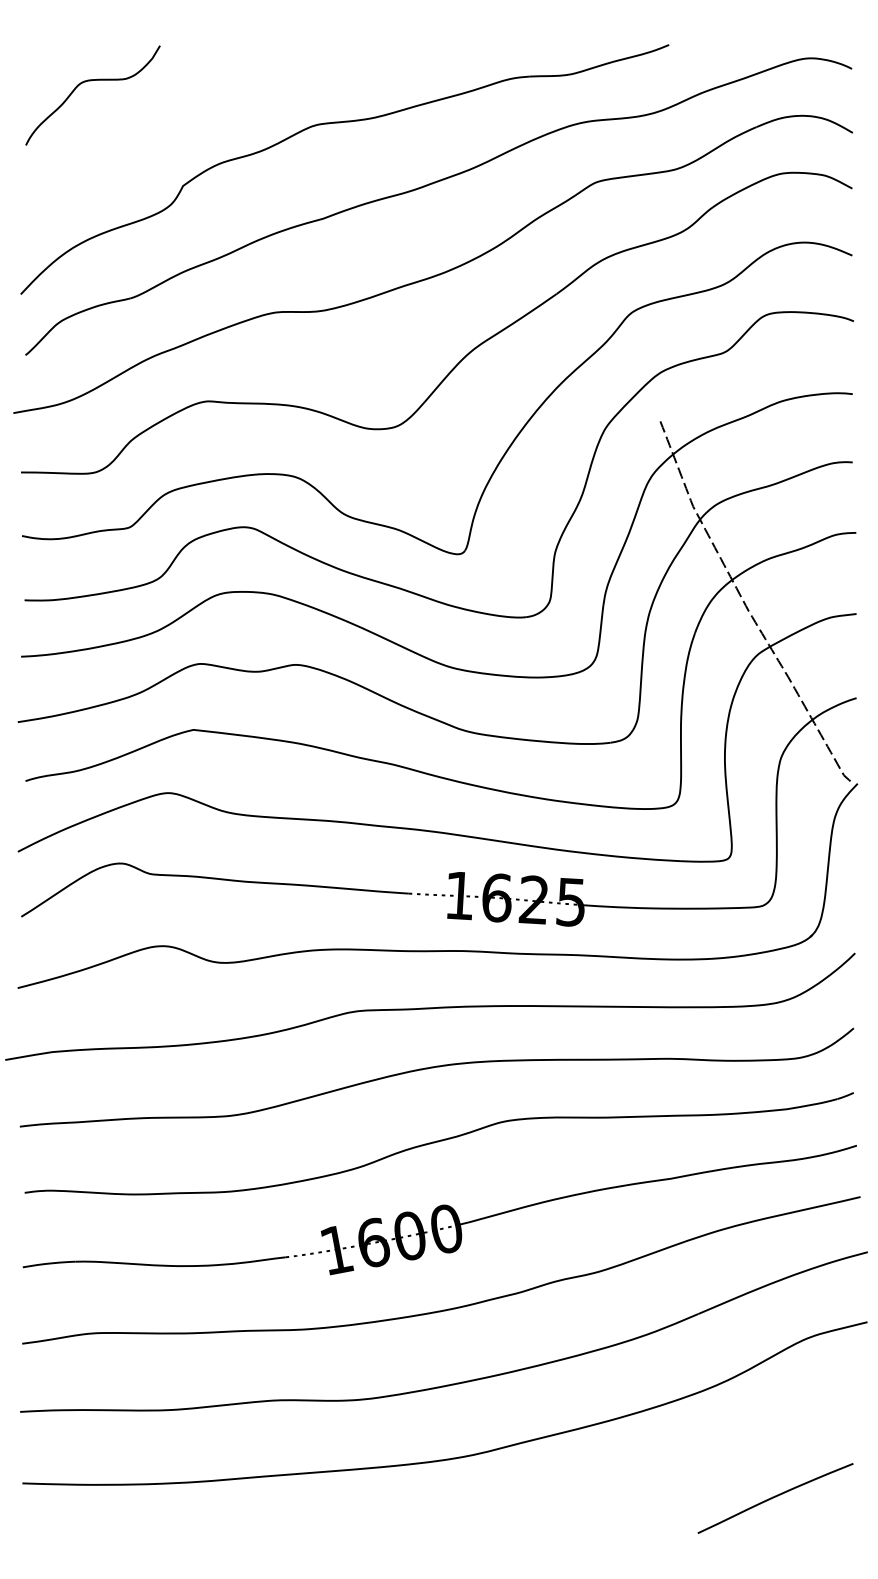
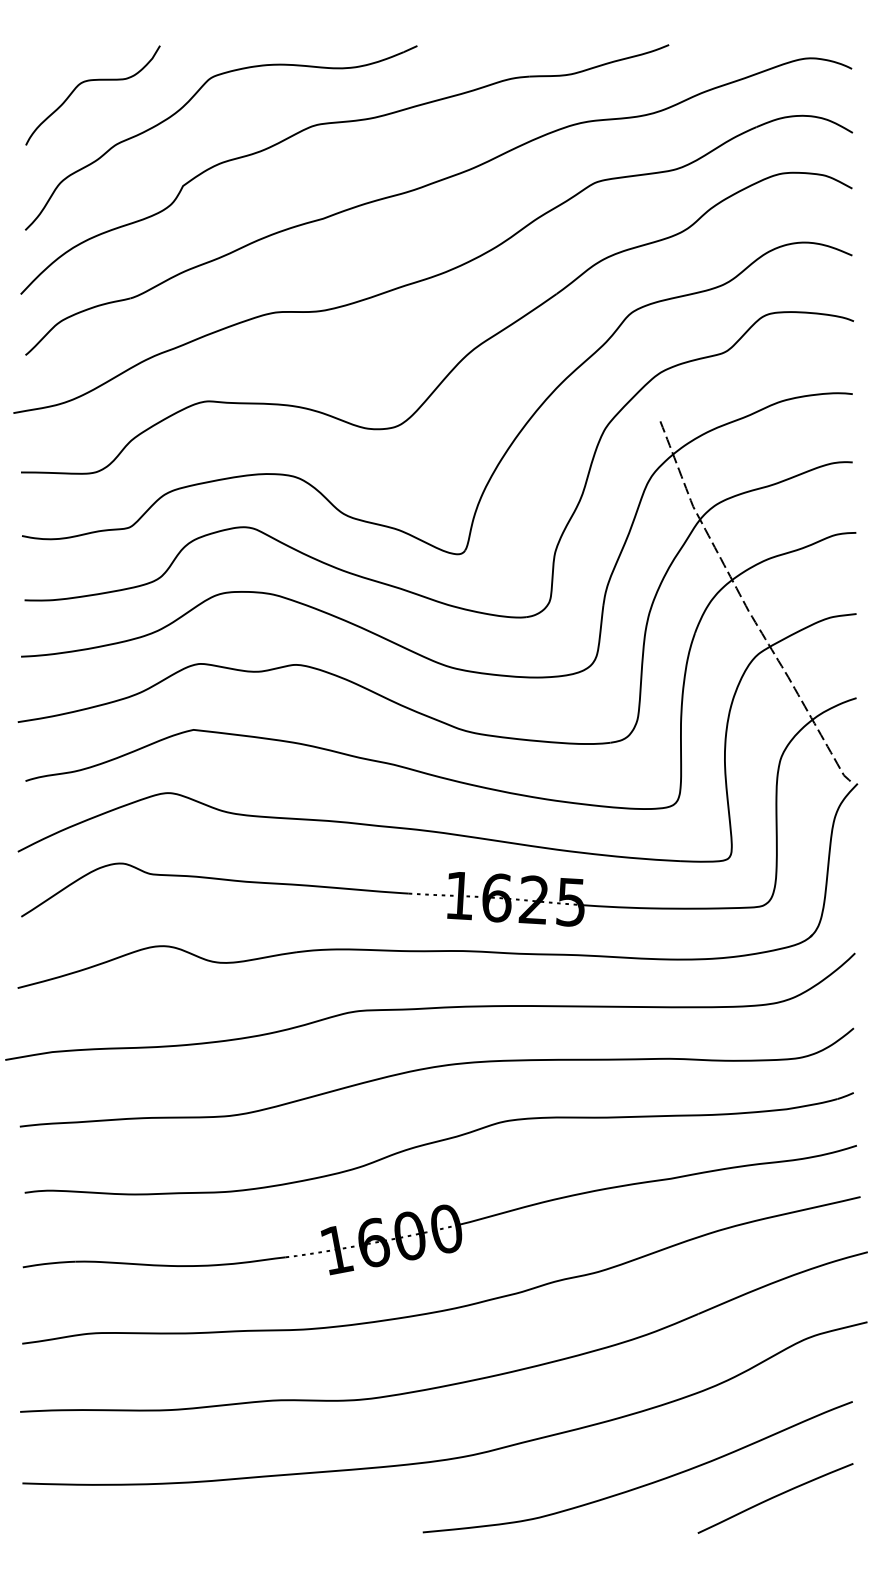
part at (188, 103): none -> present
curve at (644, 1484): none -> present
